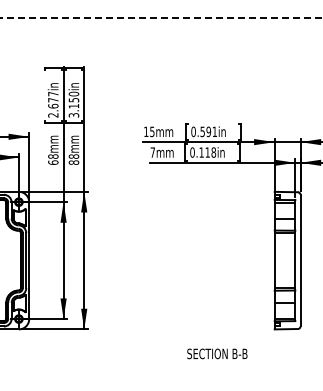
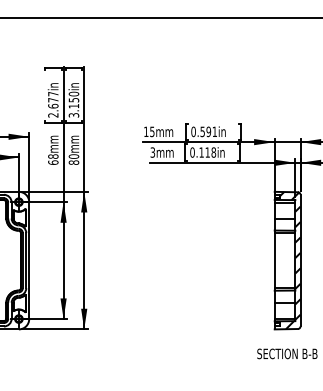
line at (161, 18): dashed -> solid
text at (152, 152): 7mm -> 3mm
text at (73, 156): 88mm -> 80mm
hatch at (288, 260): none -> present
text at (217, 353) position: (217, 353) -> (287, 353)
